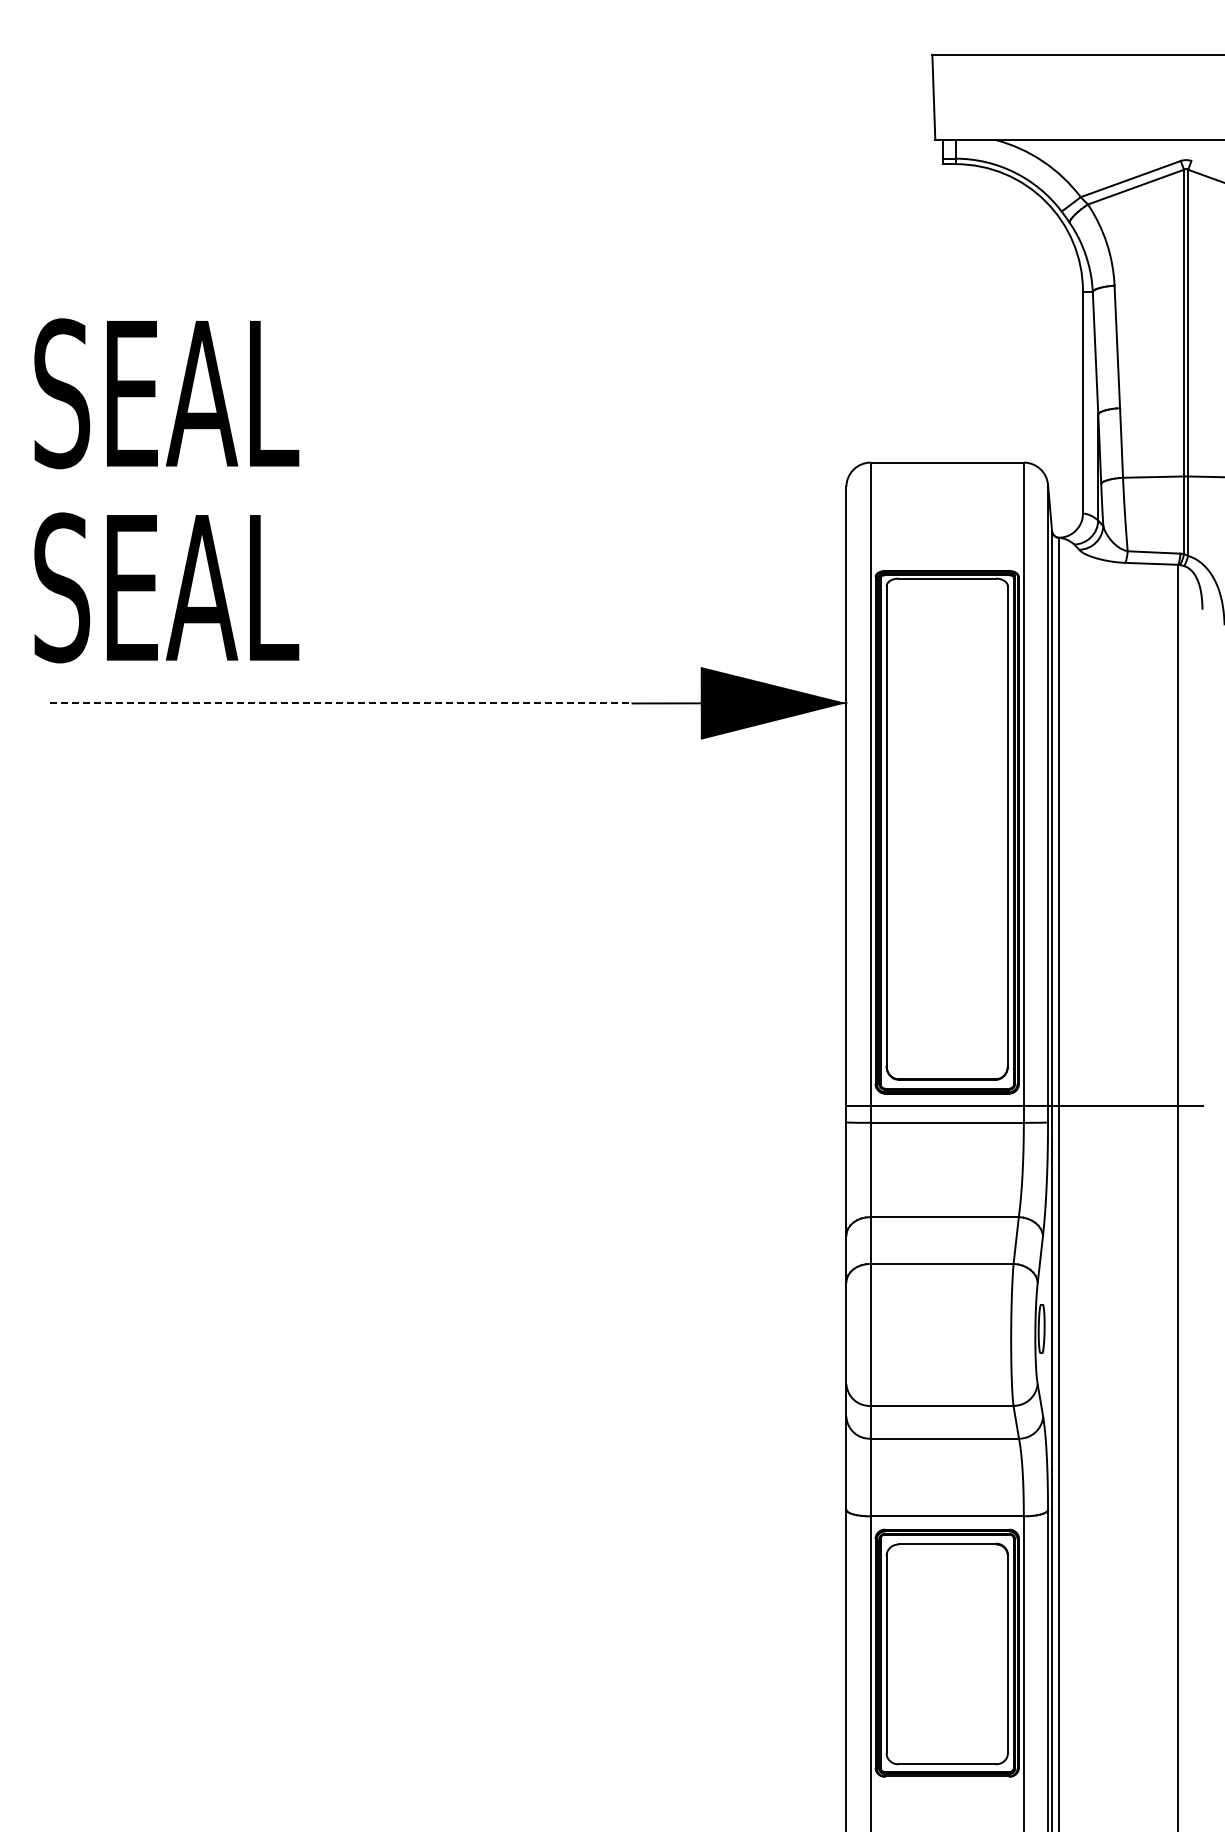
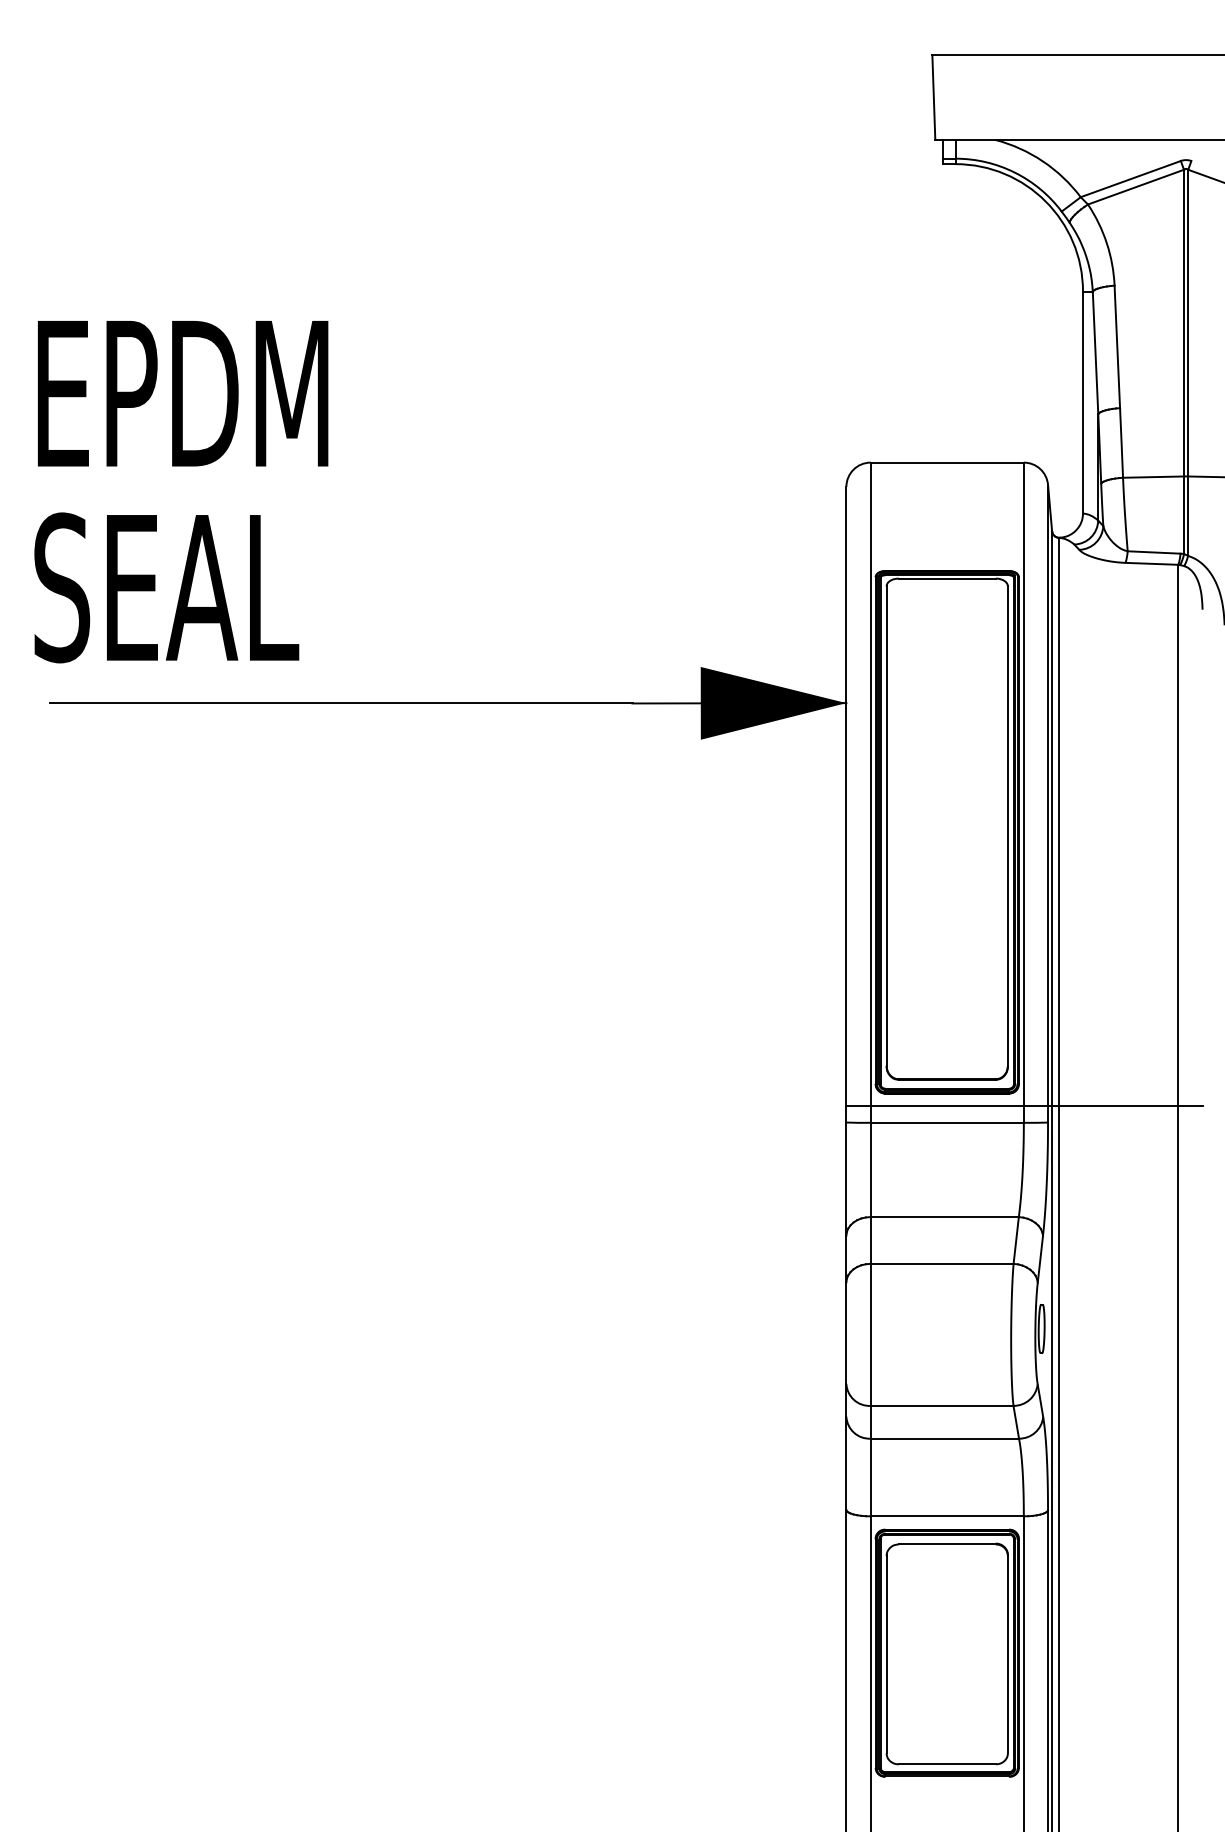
text at (181, 393): SEAL -> EPDM
line at (341, 703): dashed -> solid
